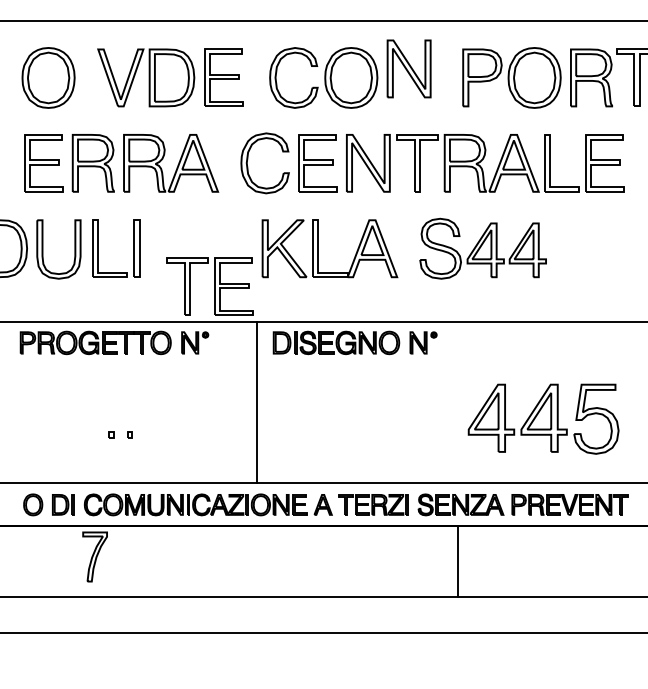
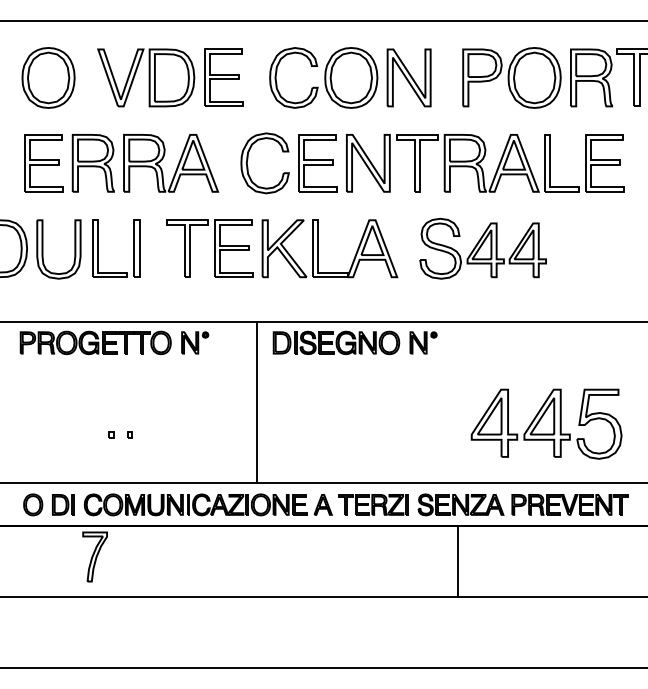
part at (408, 68) position: (408, 68) -> (408, 77)
part at (209, 286) position: (209, 286) -> (209, 248)
part at (543, 418) position: (543, 418) -> (546, 423)
line at (323, 633) position: (323, 633) -> (323, 668)
